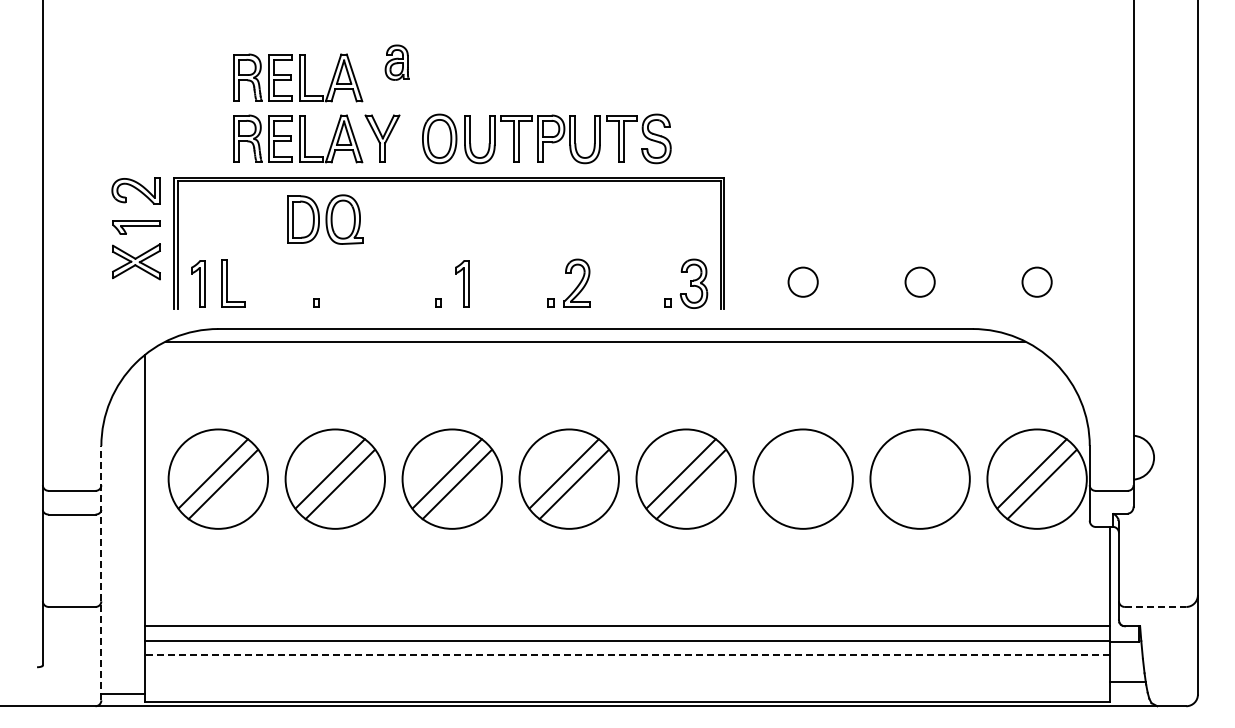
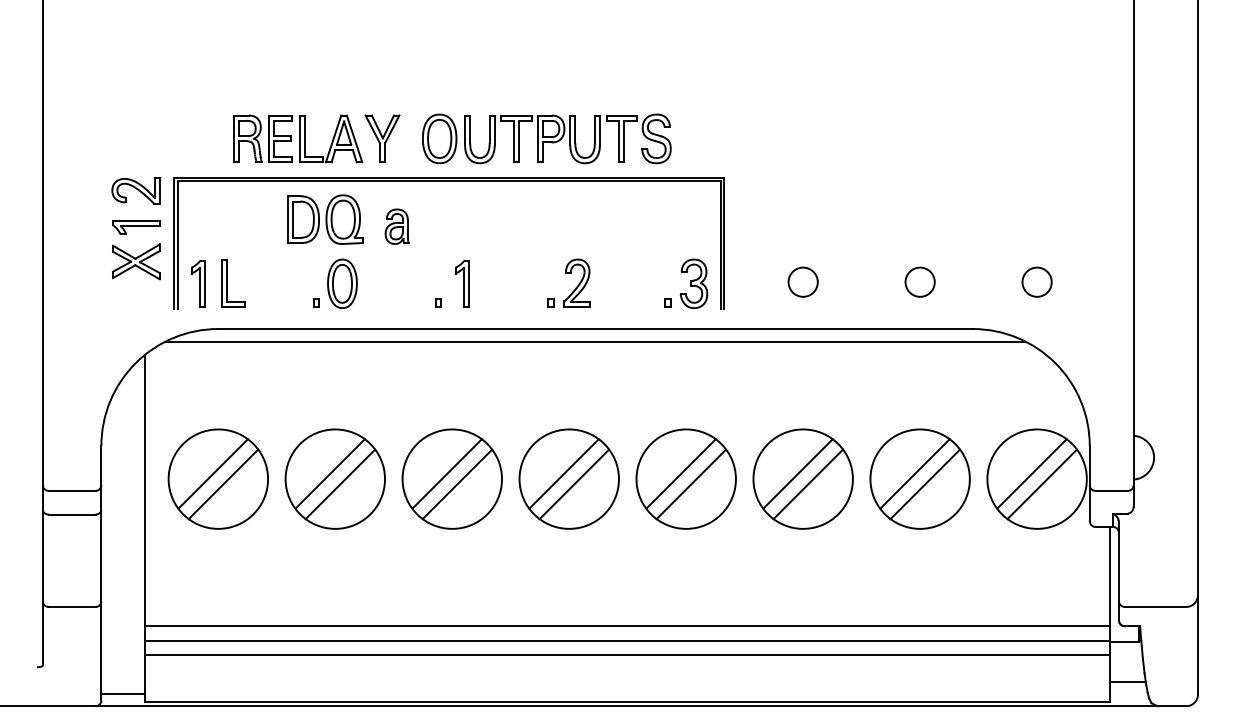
part at (396, 62) position: (396, 62) -> (396, 226)
part at (298, 77): present -> none
part at (342, 283): none -> present
line at (797, 473): none -> present
line at (914, 473): none -> present
line at (807, 484): none -> present
line at (924, 484): none -> present
line at (101, 572): dashed -> solid
line at (1155, 606): dashed -> solid
line at (627, 655): dashed -> solid
